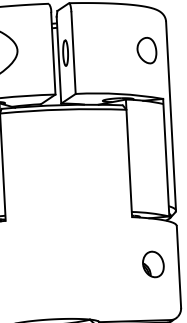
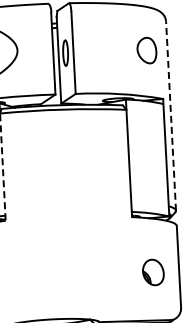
line at (171, 116): solid -> dashed
line at (2, 167): solid -> dashed
part at (153, 264) position: (153, 264) -> (153, 272)
